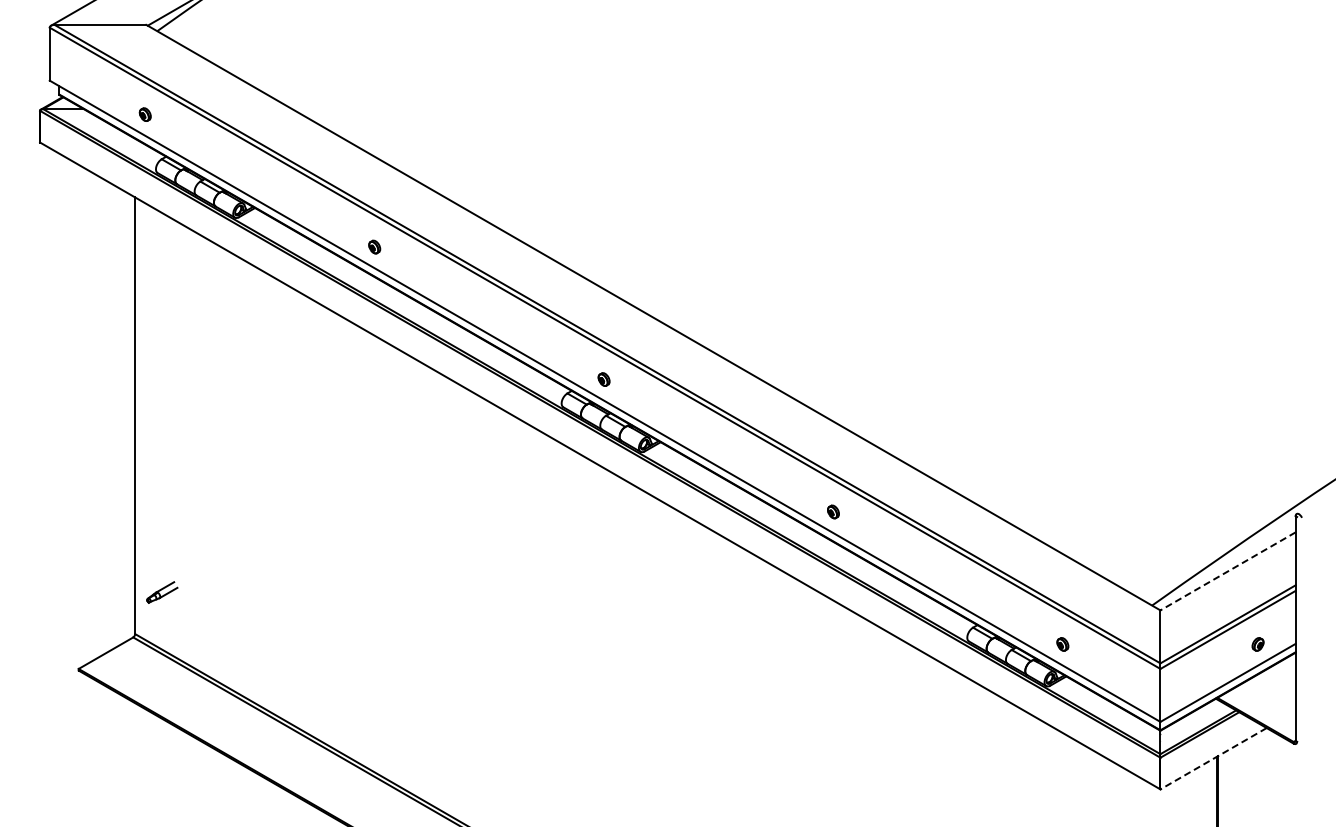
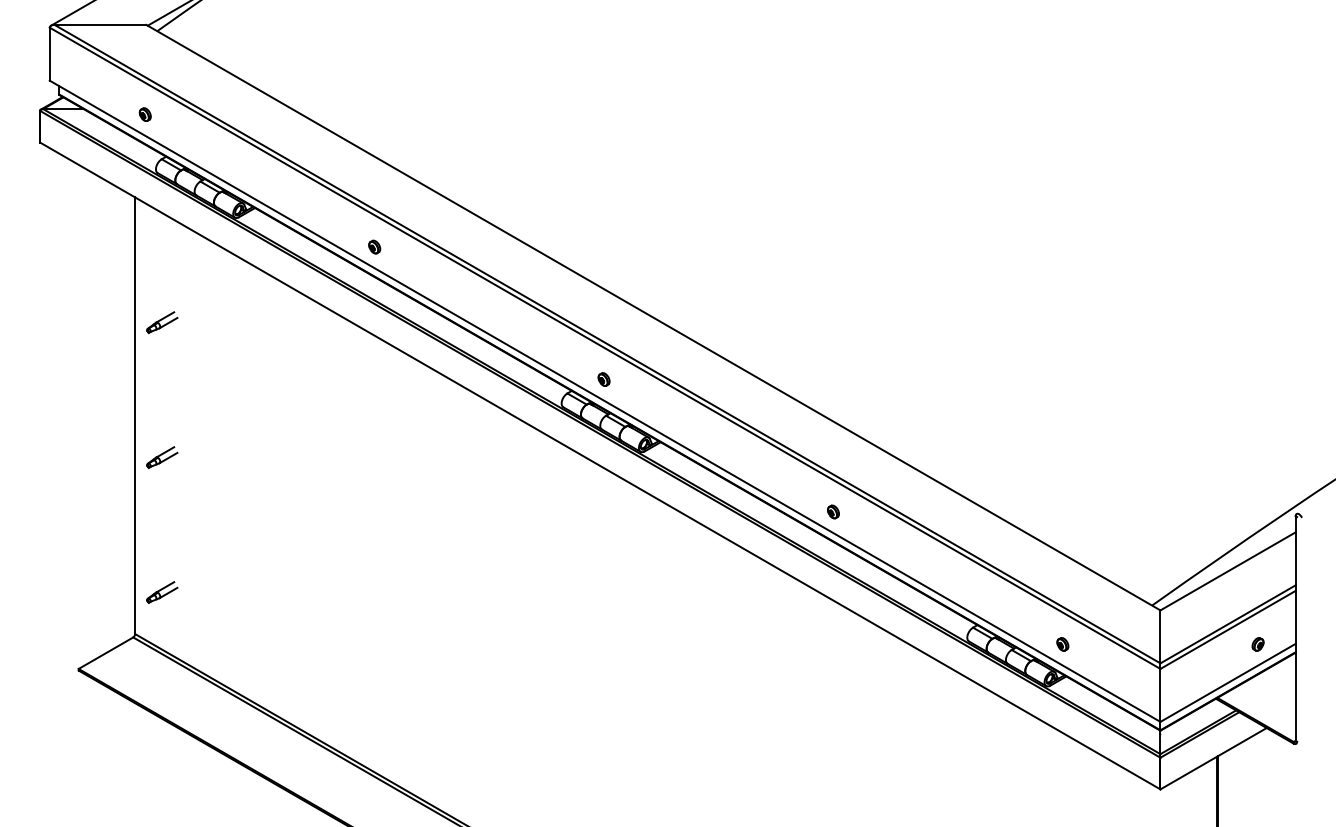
part at (162, 322): none -> present
part at (162, 457): none -> present
line at (1227, 571): dashed -> solid
line at (1213, 758): dashed -> solid
